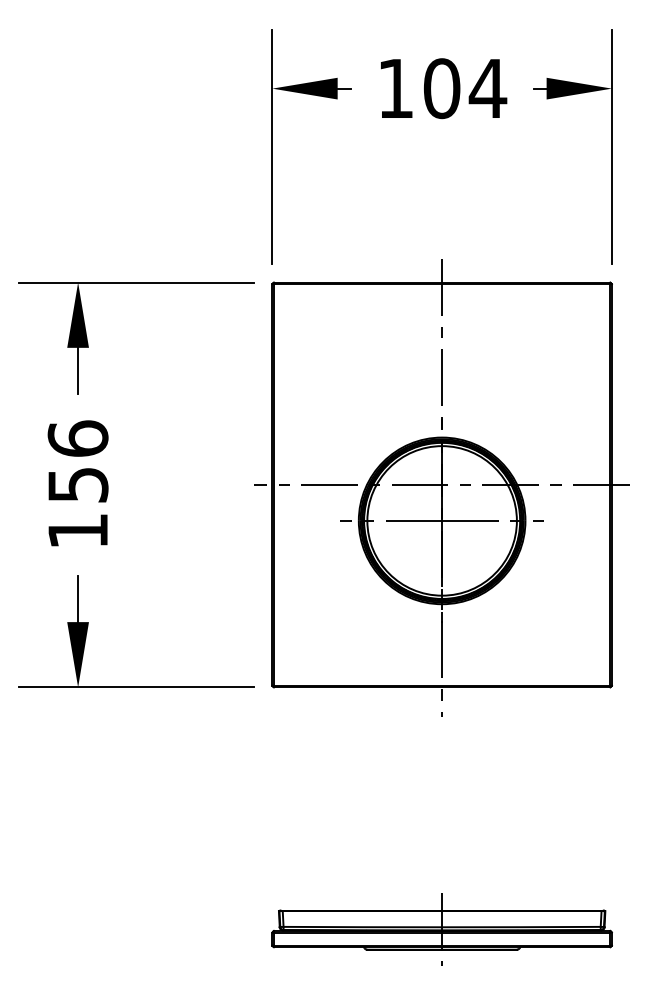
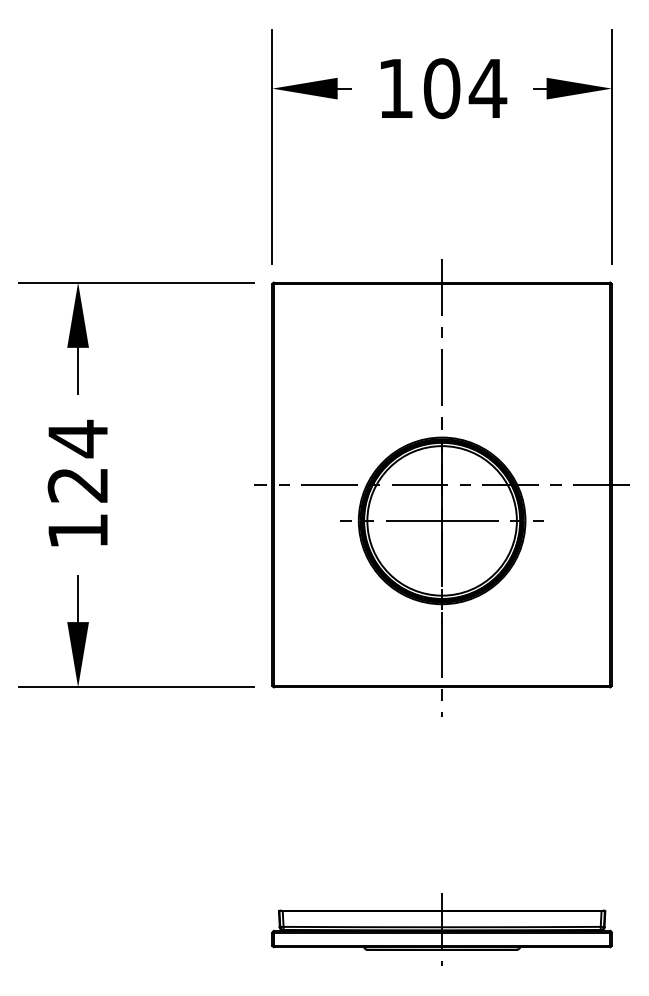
text at (77, 460): 156 -> 124
